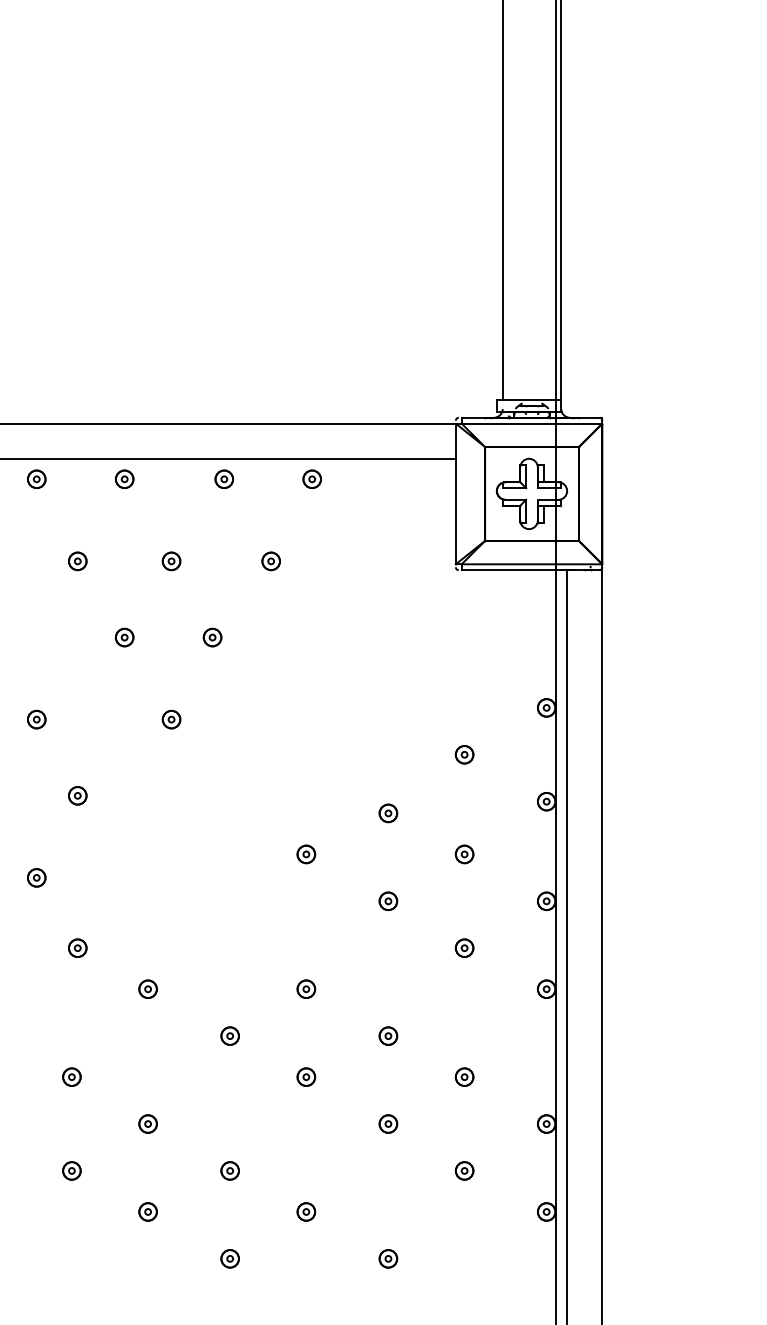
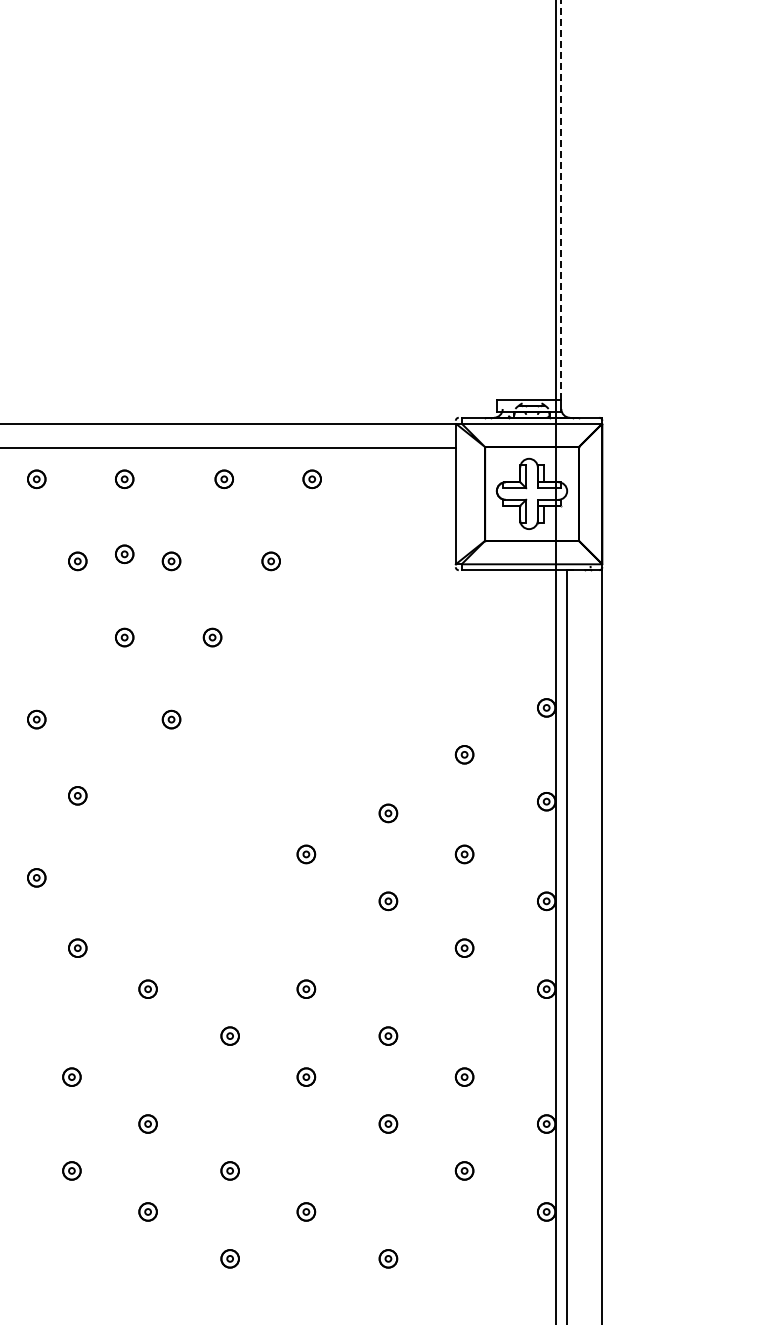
line at (561, 200): solid -> dashed
line at (502, 201): present -> none
line at (228, 458) position: (228, 458) -> (228, 447)
part at (124, 554): none -> present
